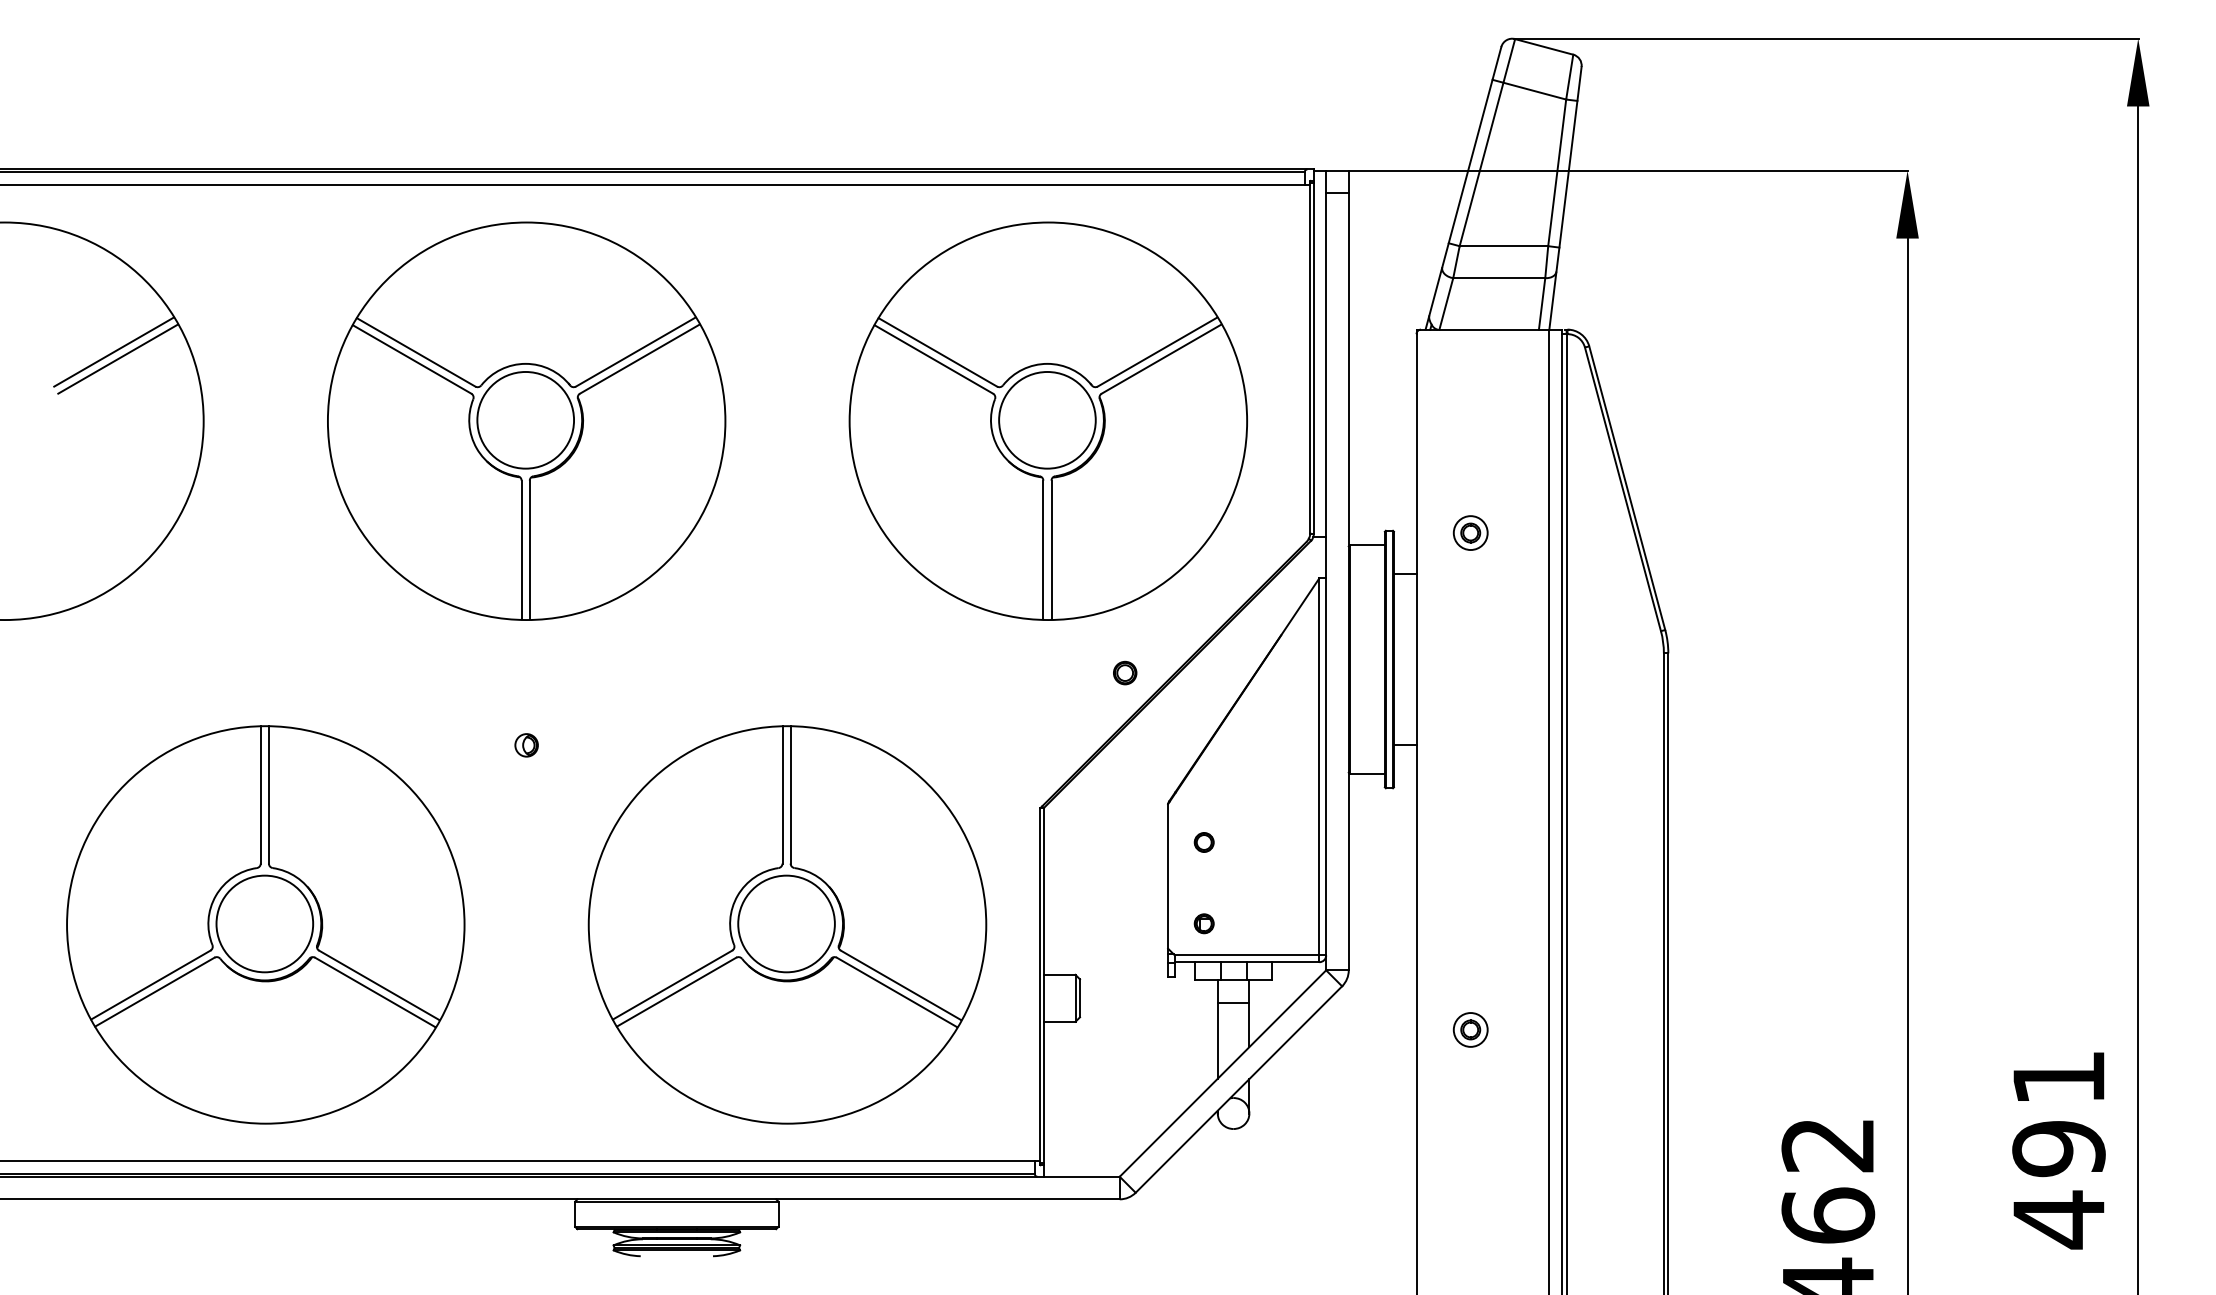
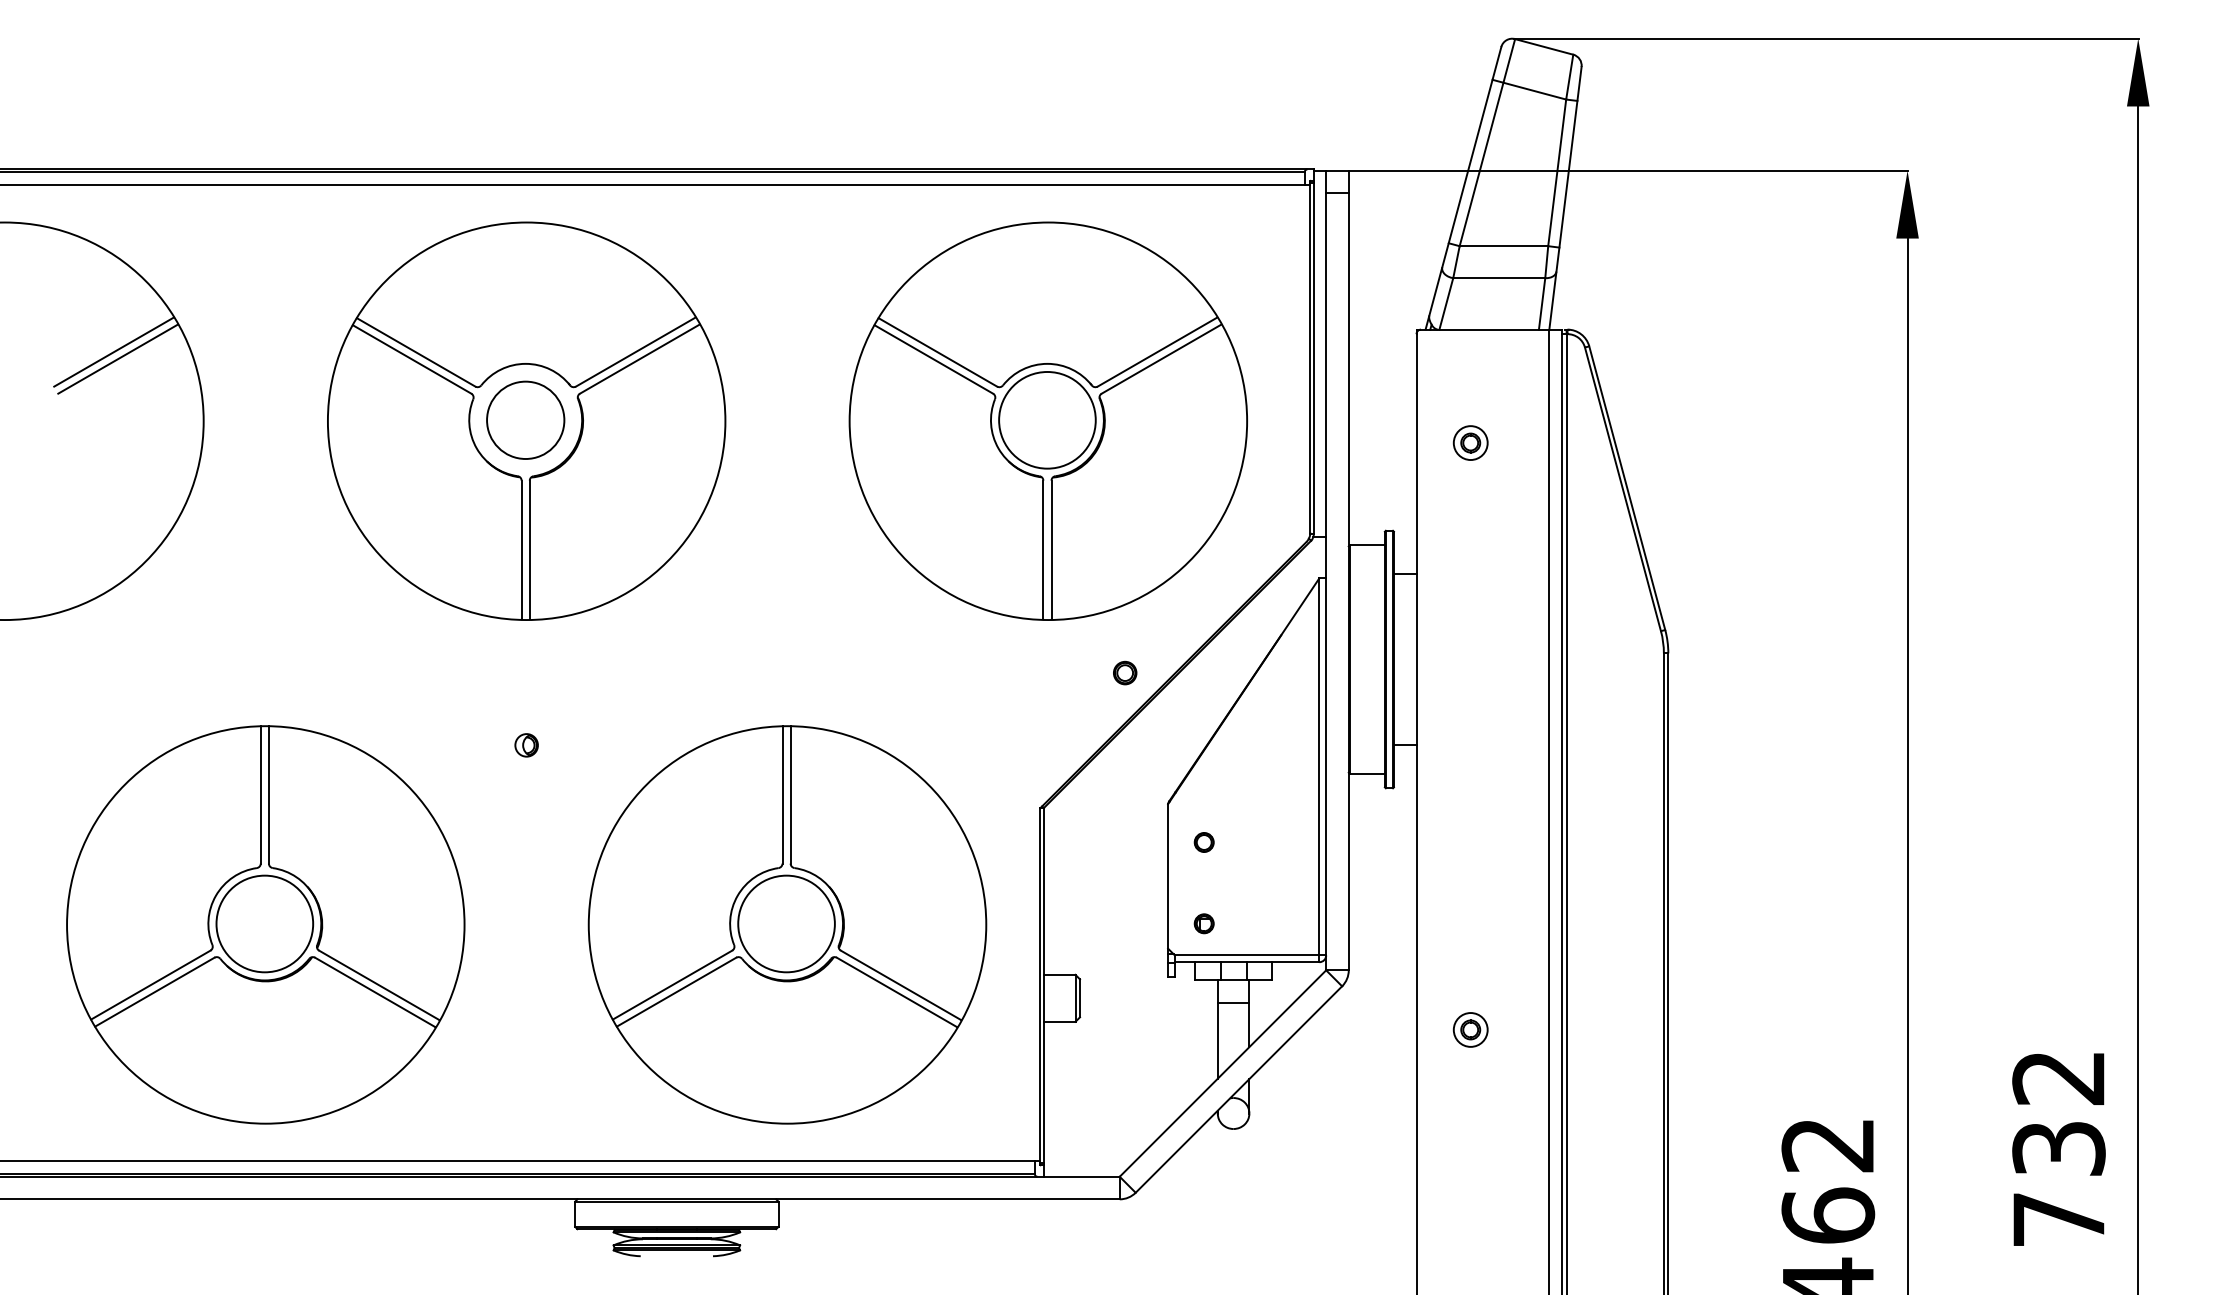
circle at (525, 419) diameter: 97 px -> 77 px
part at (1470, 532) position: (1470, 532) -> (1470, 442)
text at (2058, 1150): 491 -> 732
